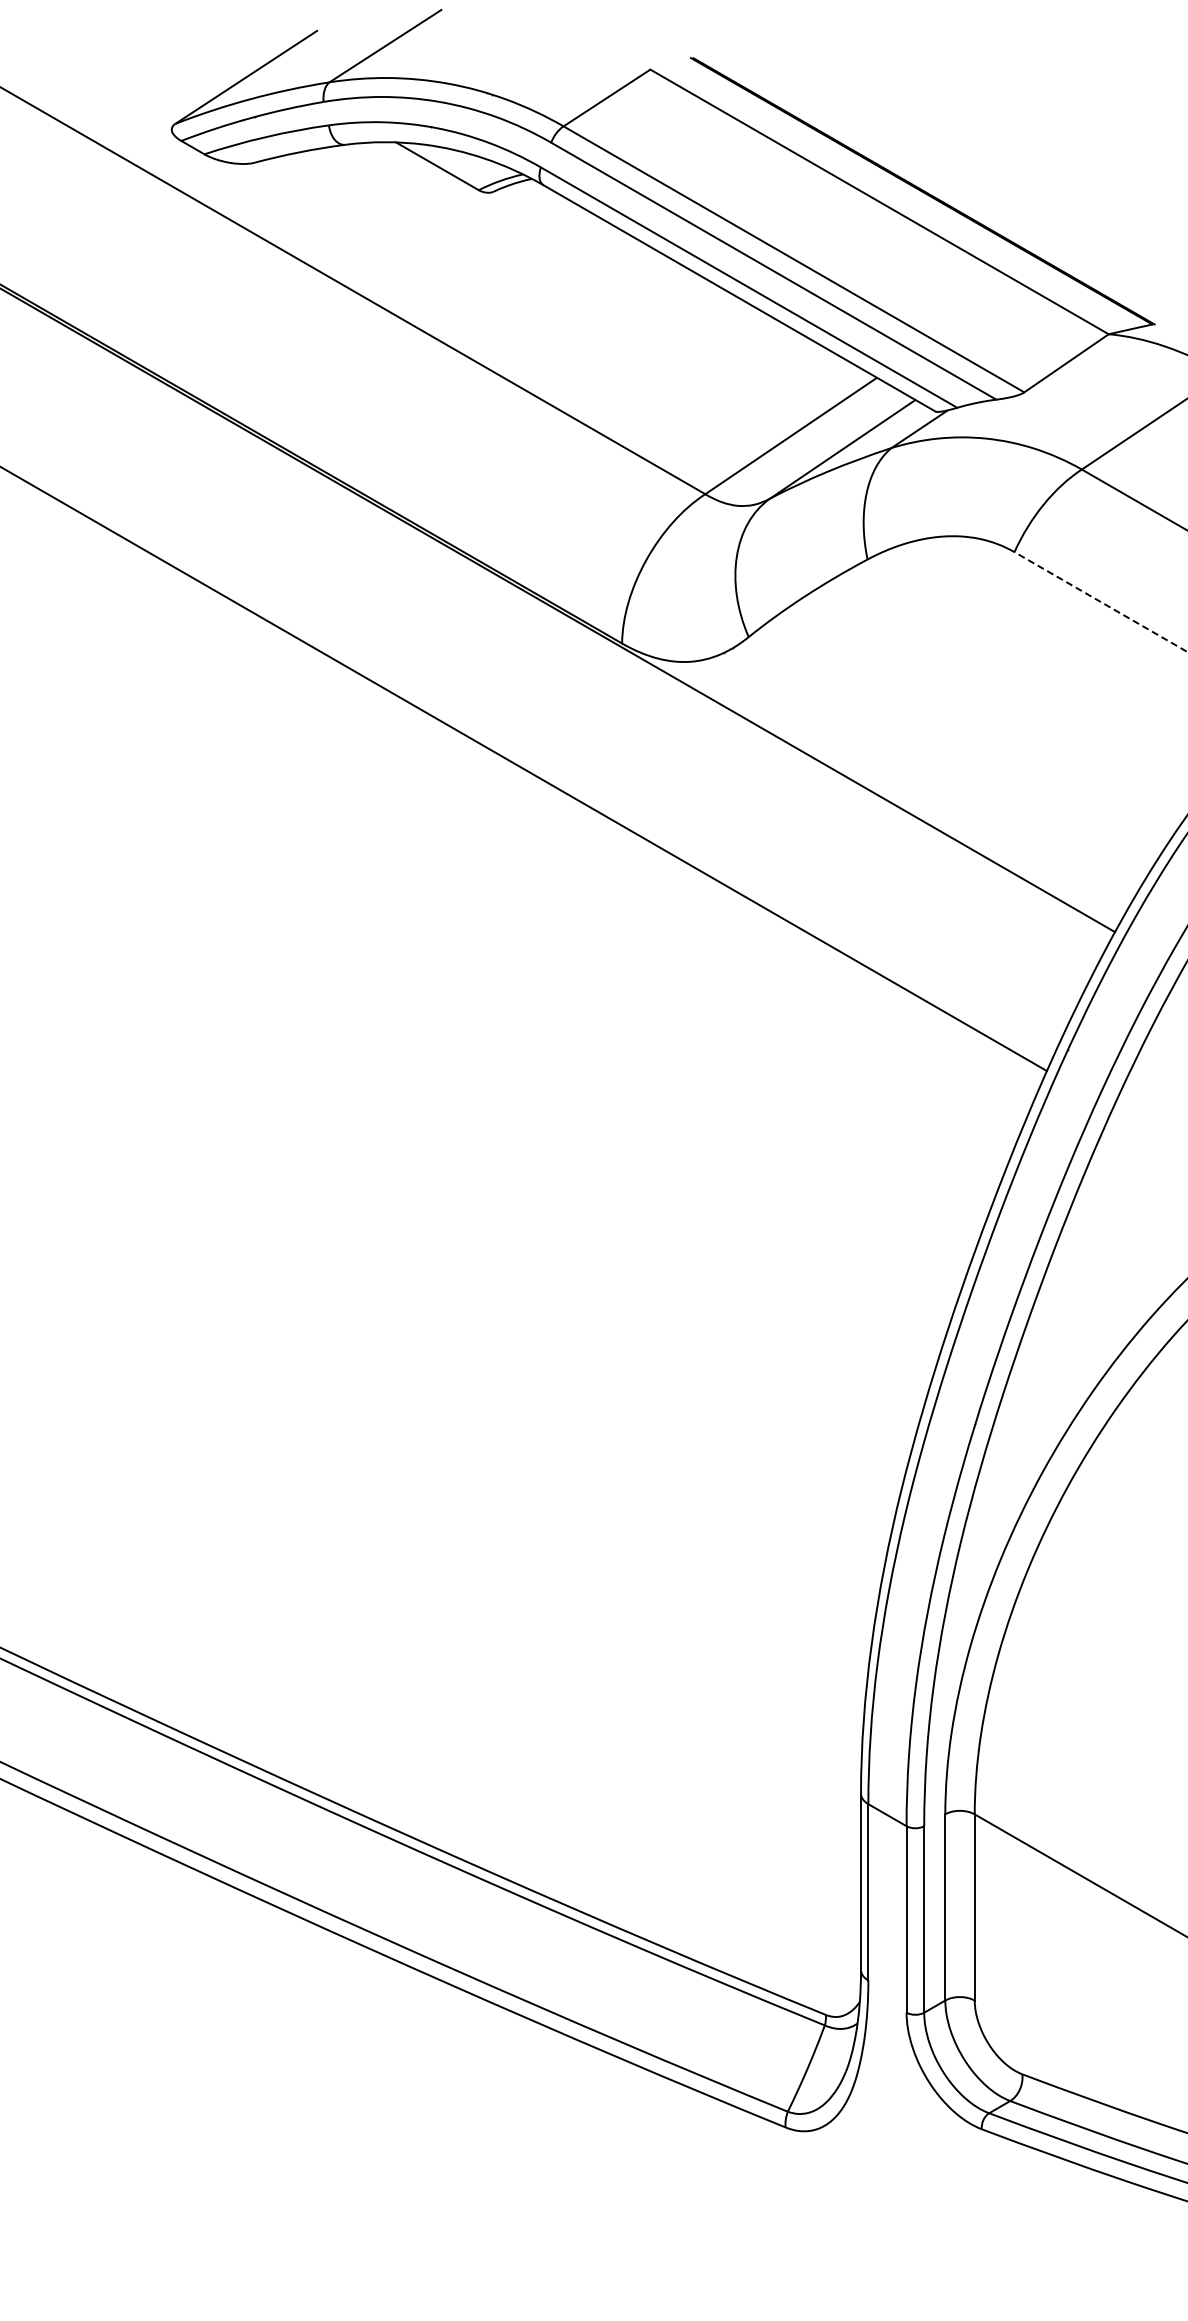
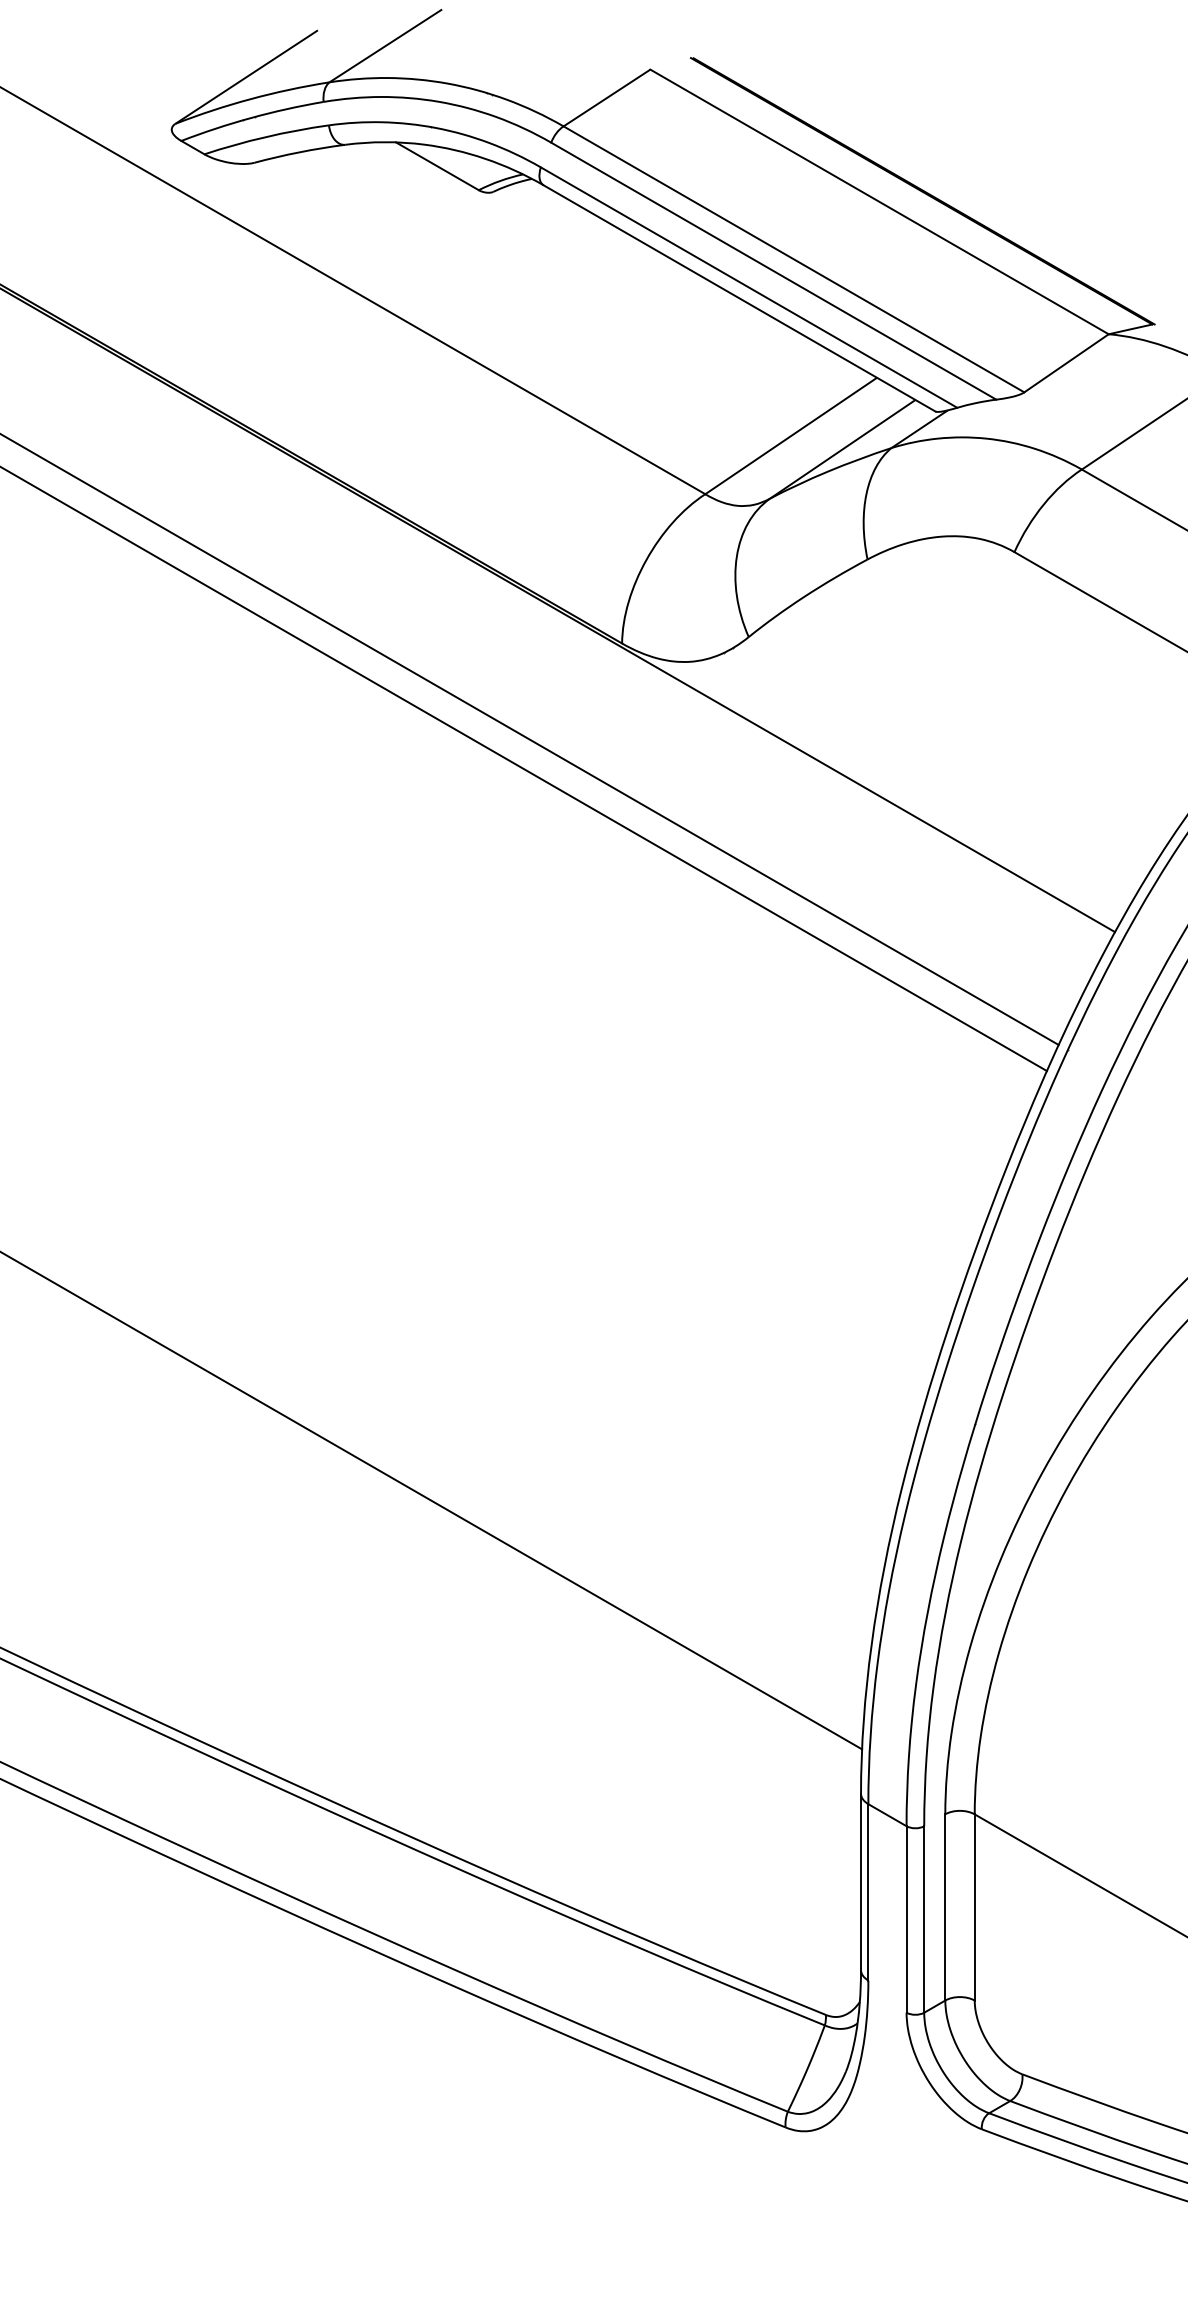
line at (1101, 602): dashed -> solid
line at (530, 739): none -> present
line at (431, 1500): none -> present
